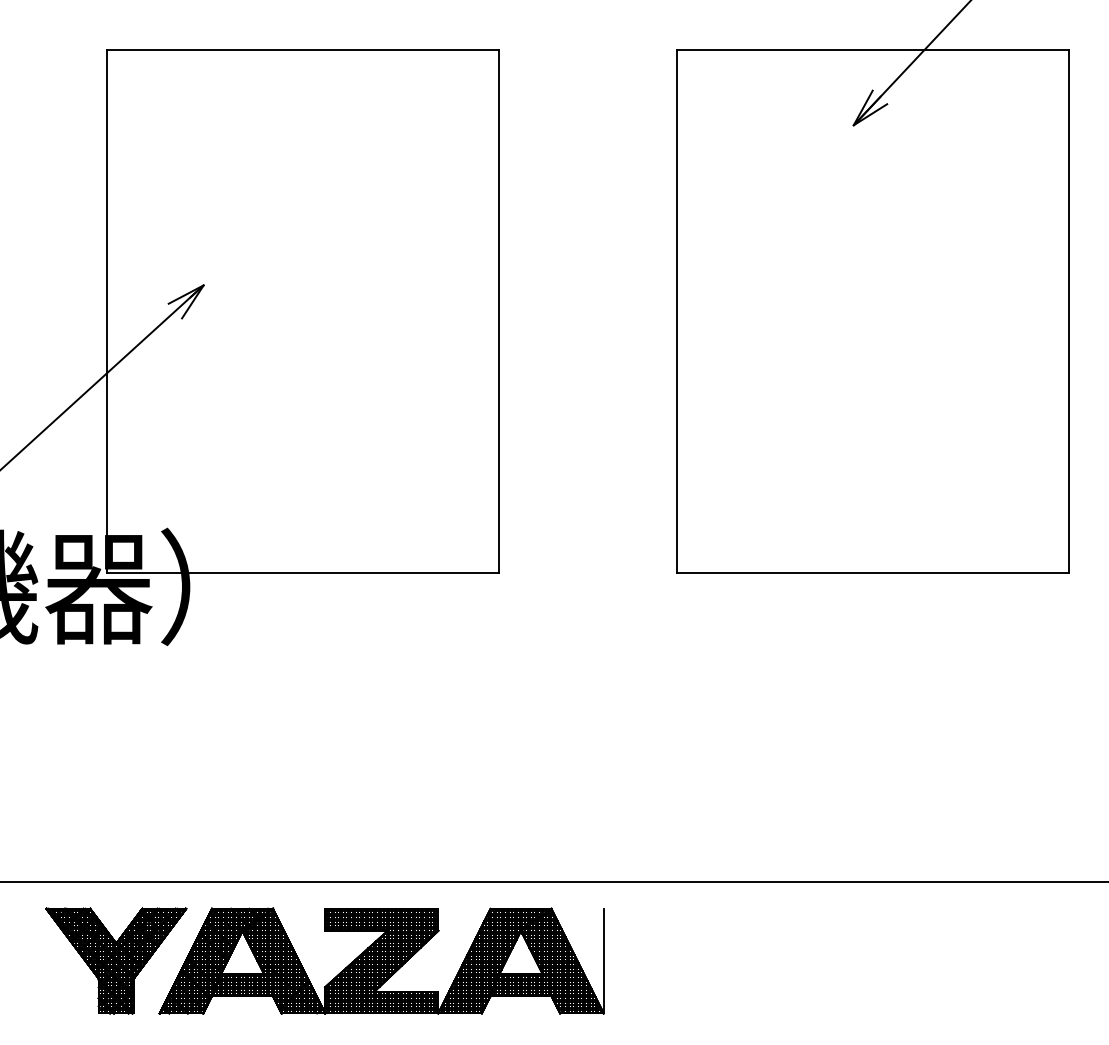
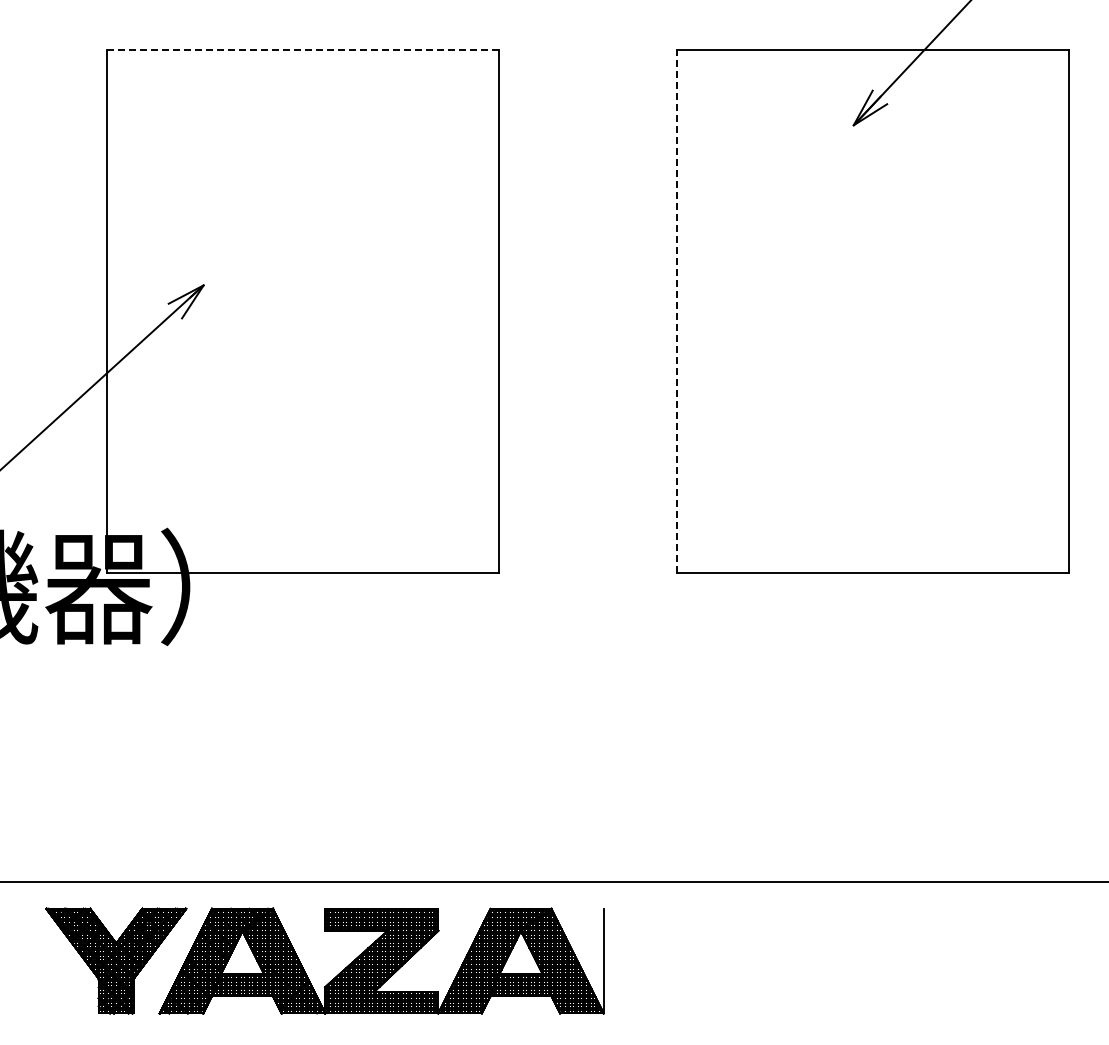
line at (303, 50): solid -> dashed
line at (676, 311): solid -> dashed
